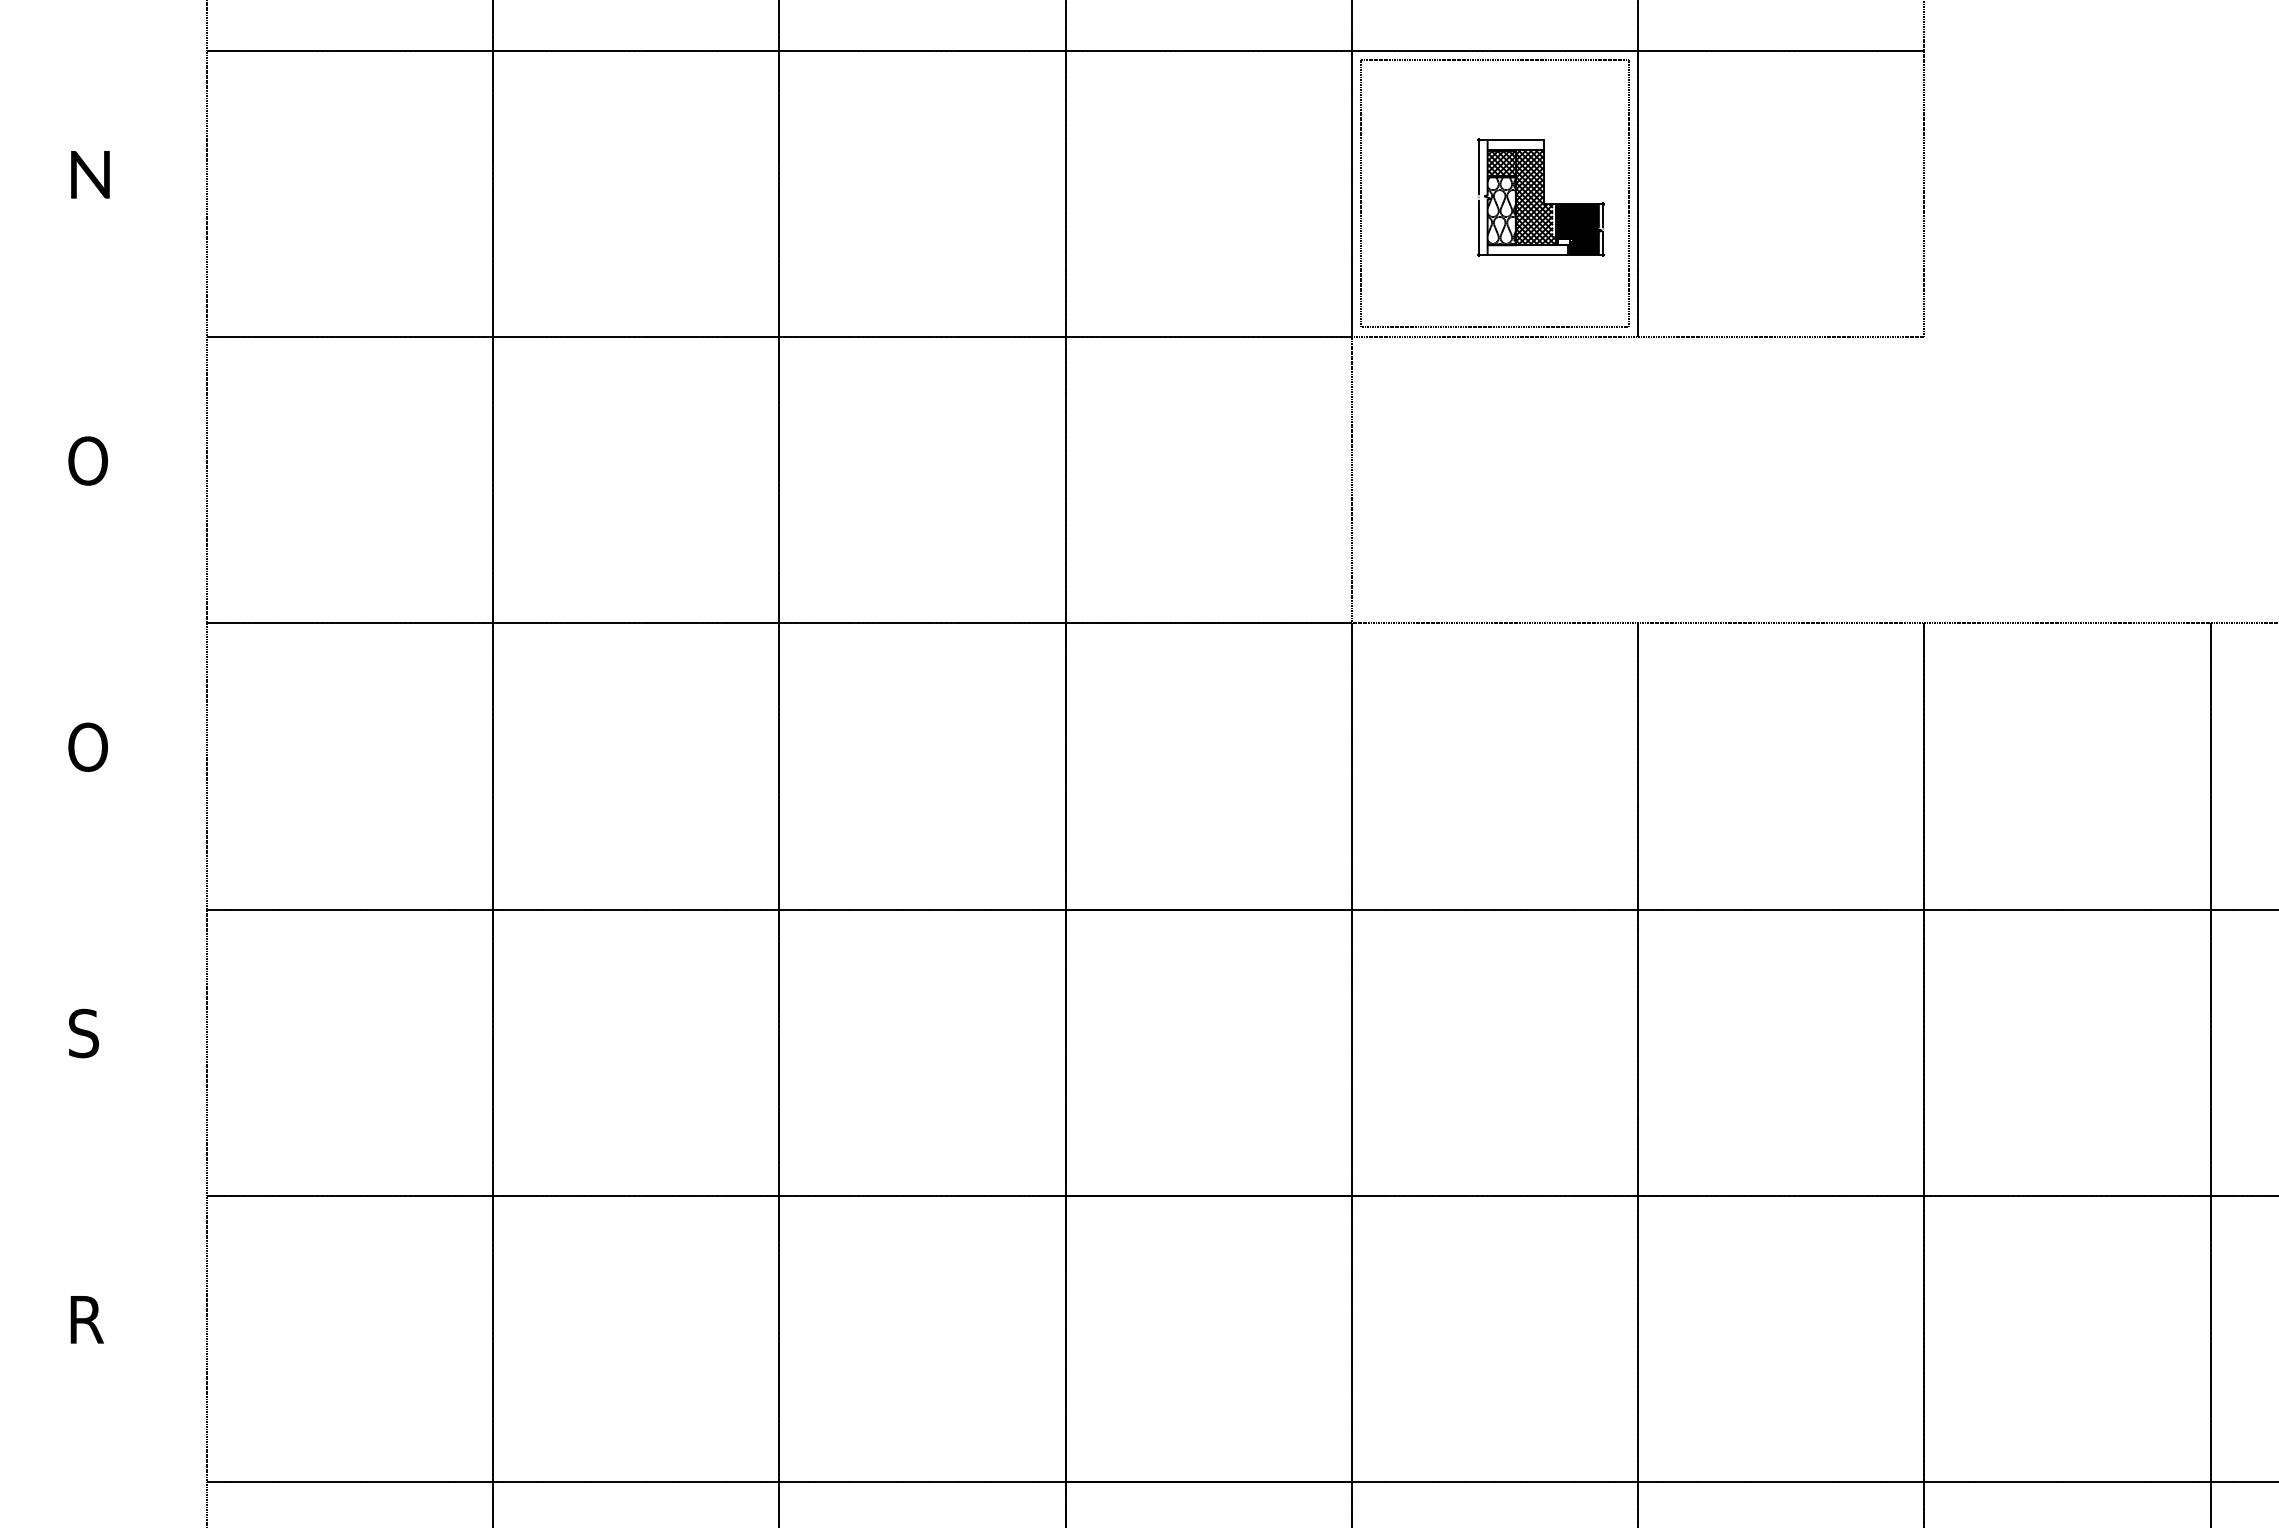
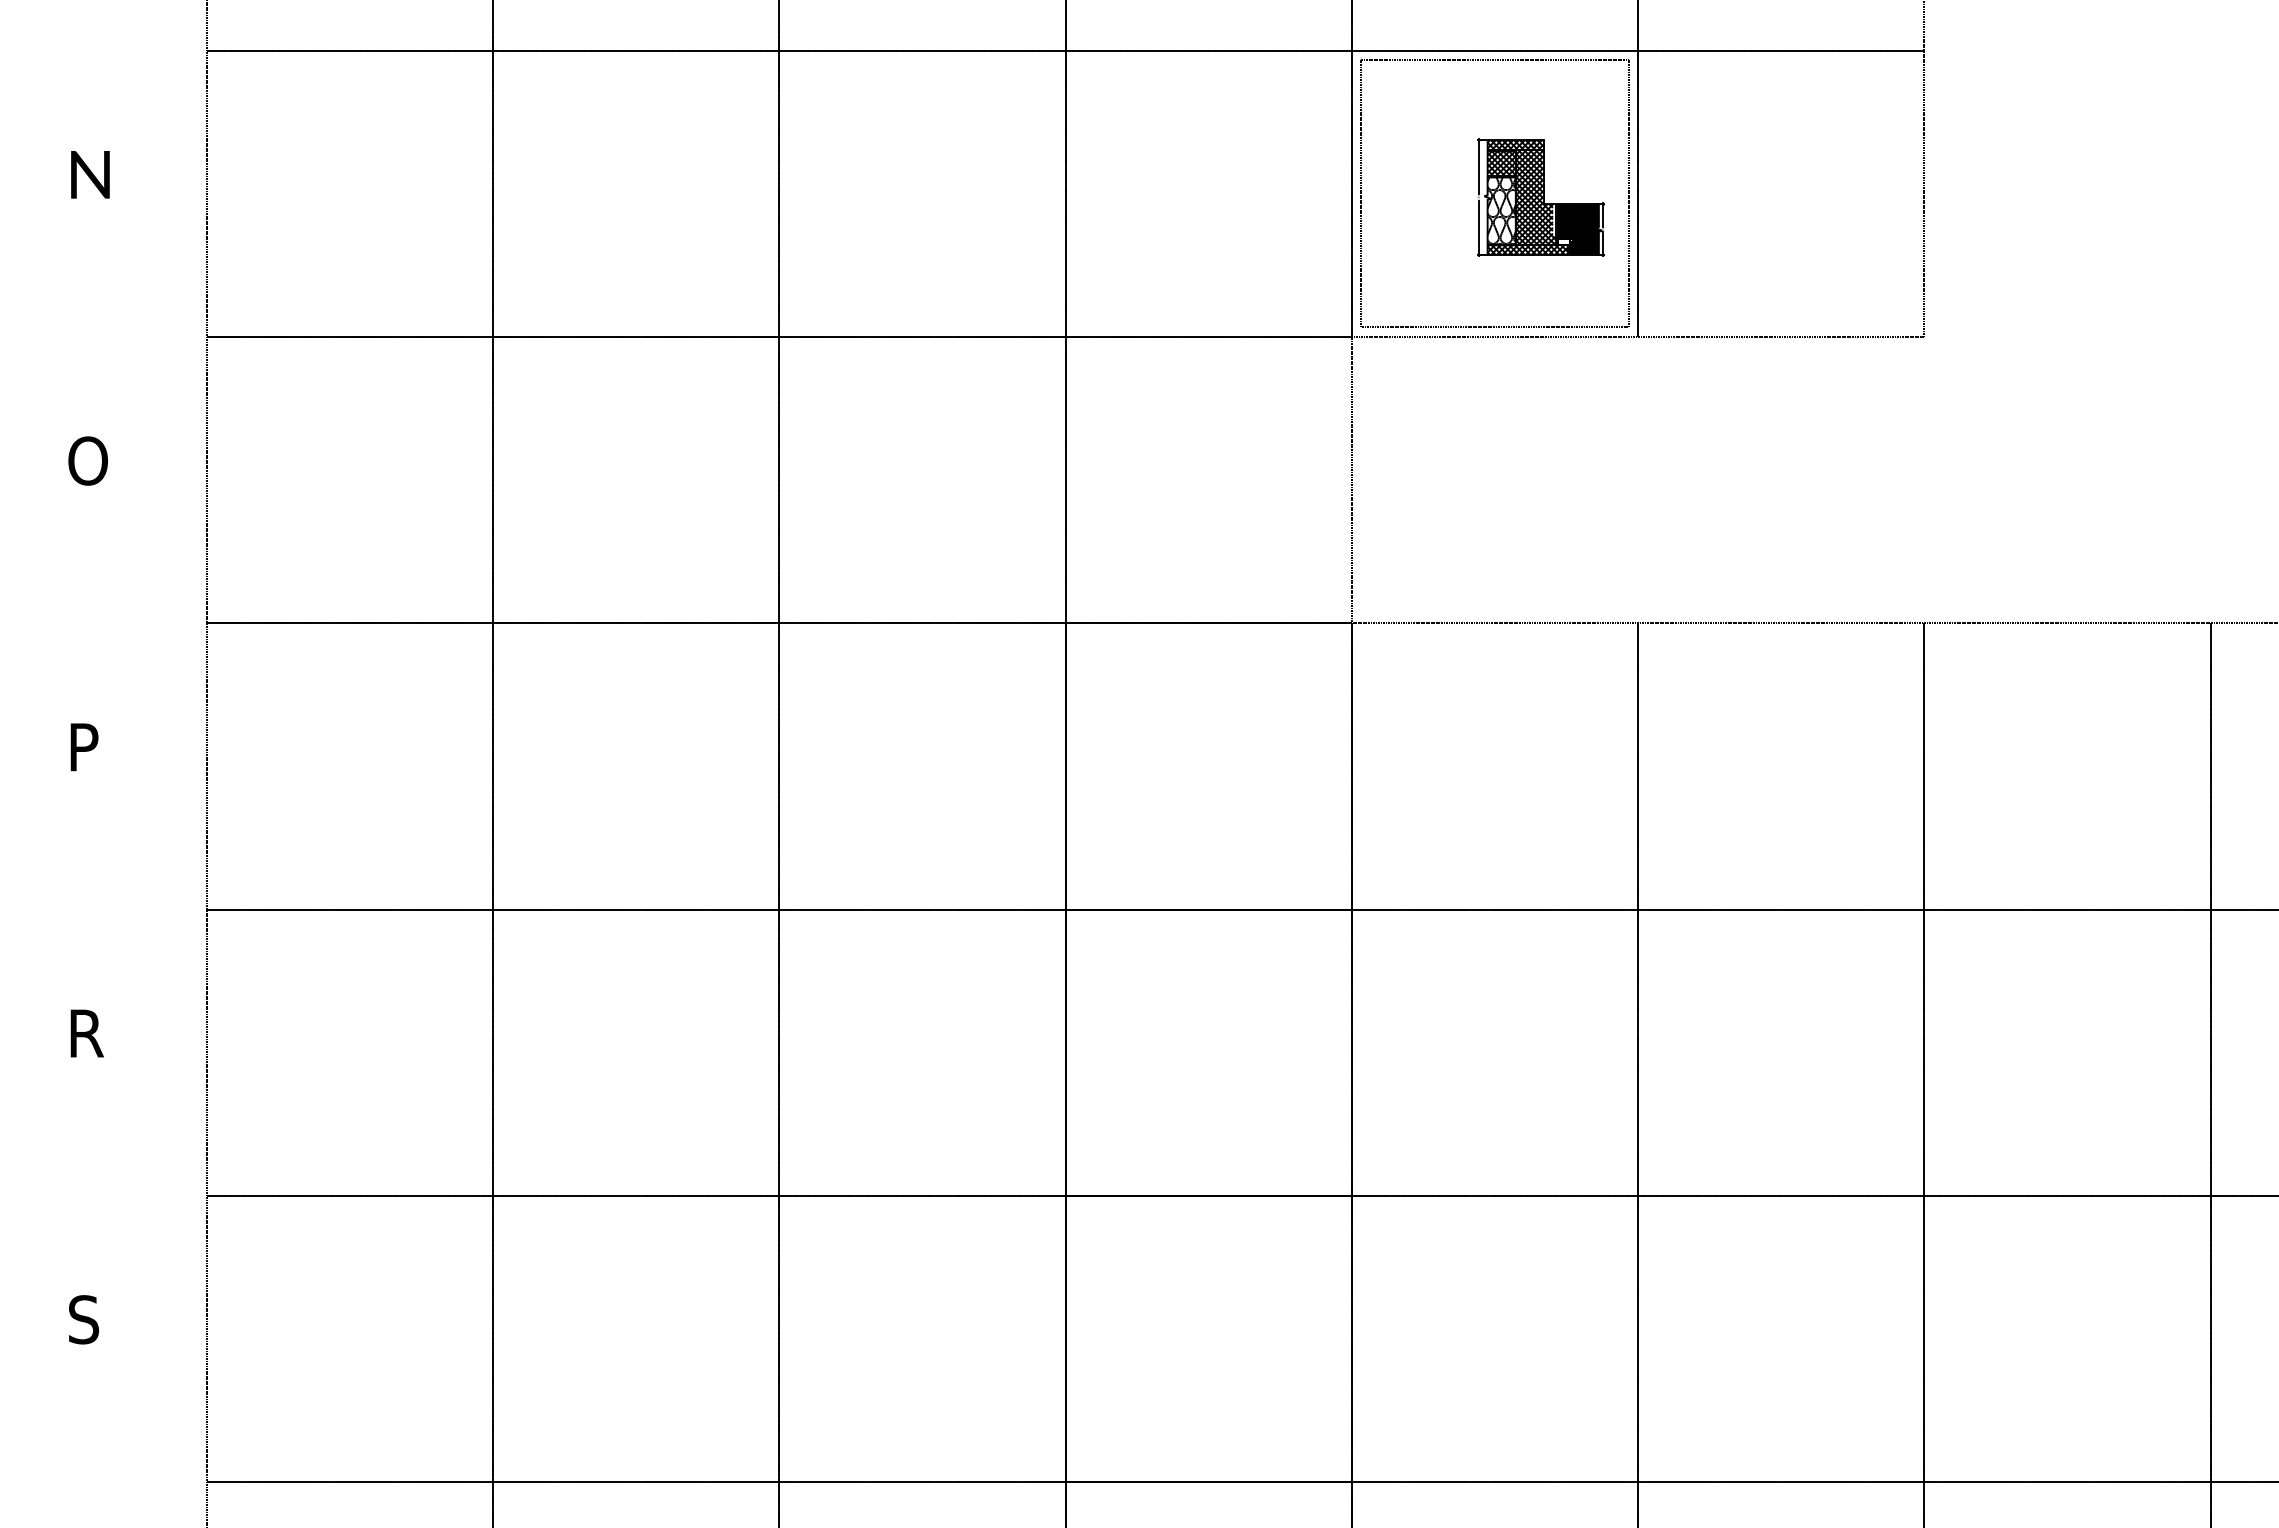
hatch at (1515, 144): none -> present
hatch at (1527, 249): none -> present
text at (87, 746): O -> P
text at (86, 1033): S -> R
text at (86, 1319): R -> S
